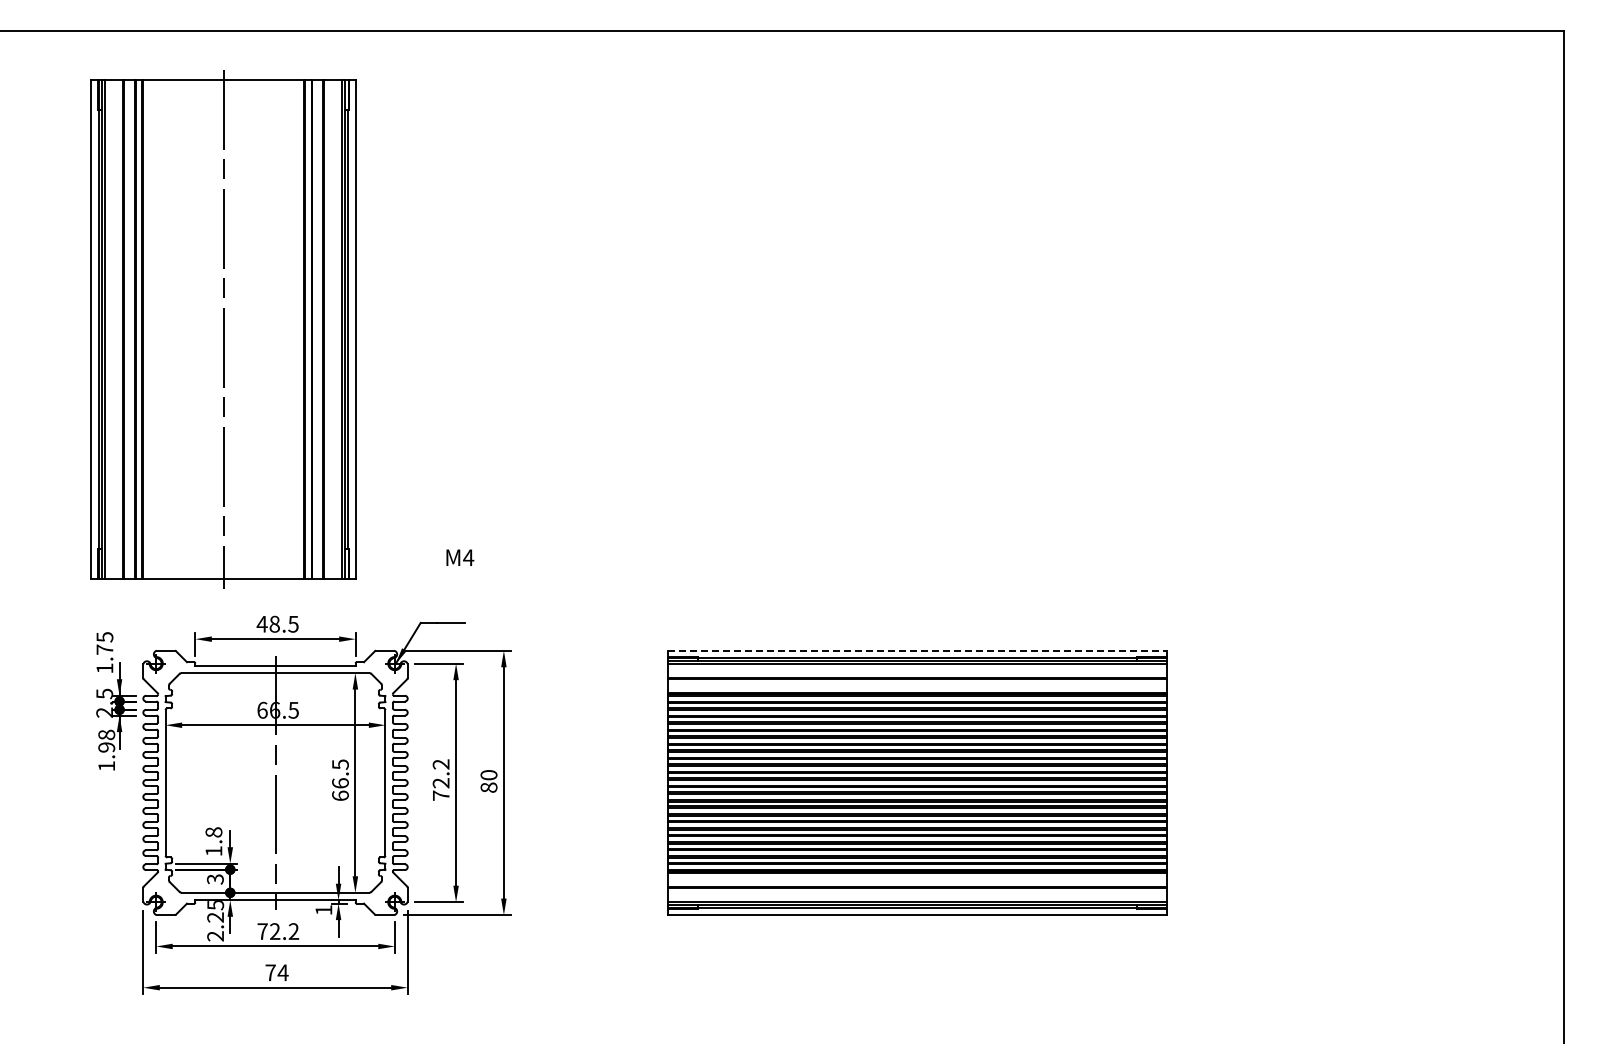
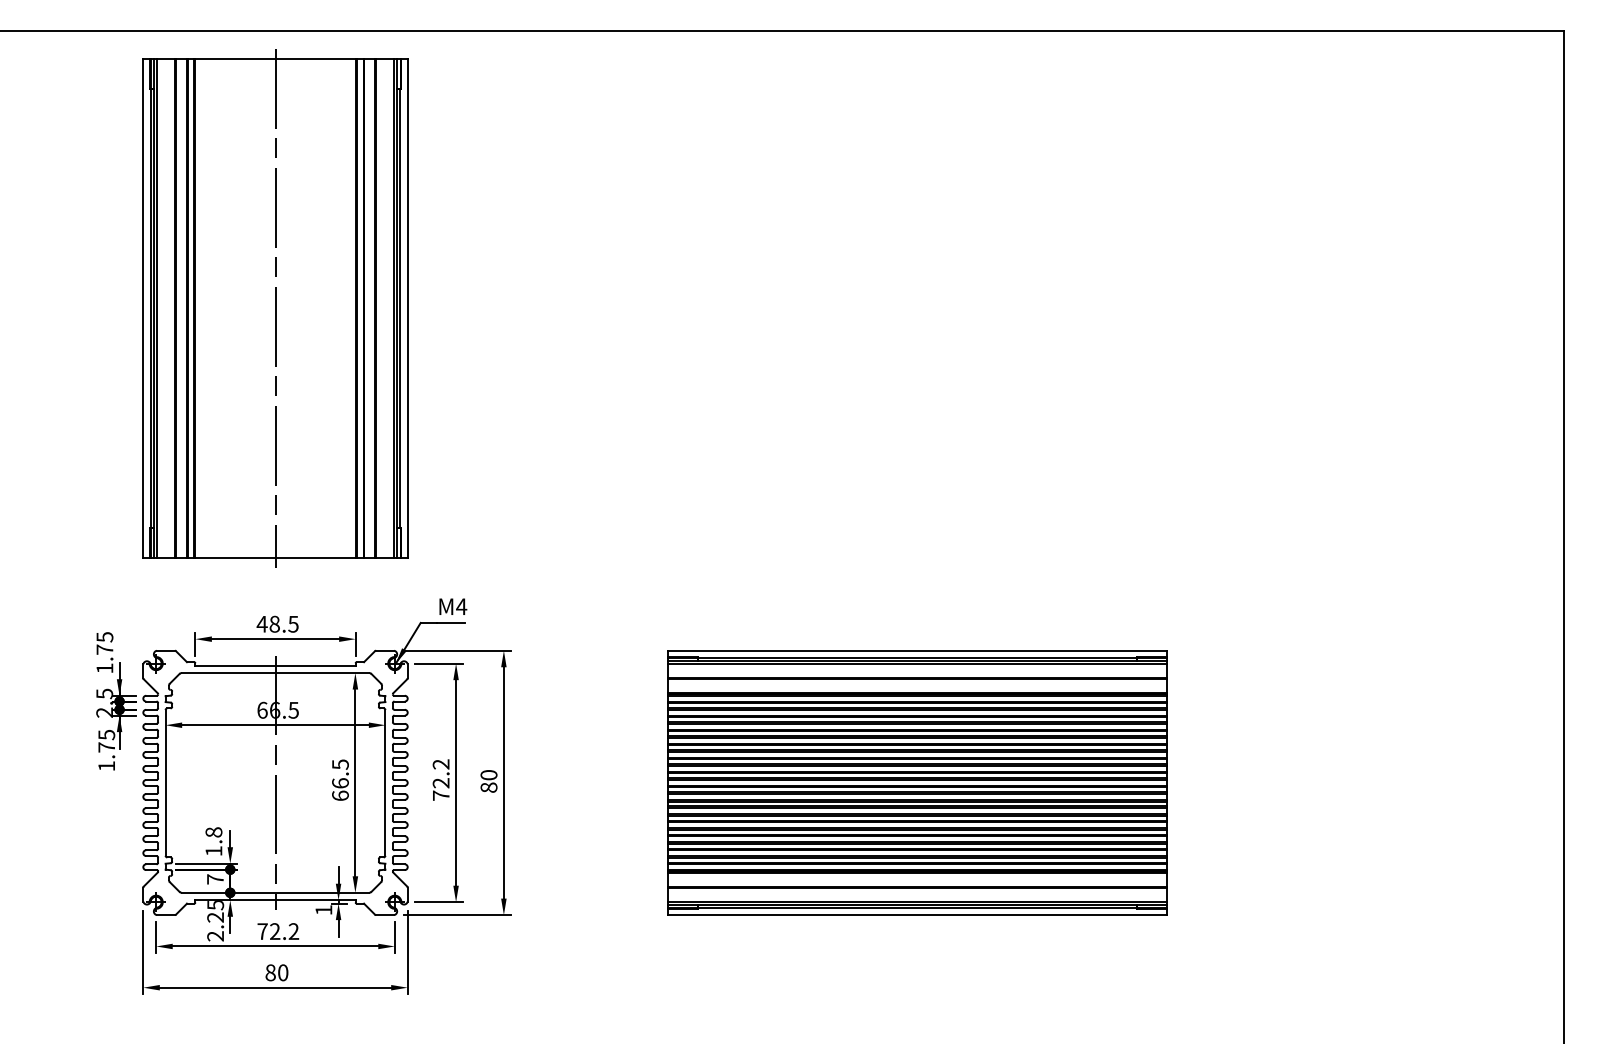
part at (223, 329) position: (223, 329) -> (275, 308)
text at (460, 557) position: (460, 557) -> (453, 606)
line at (917, 650): dashed -> solid
text at (106, 740): 1.98 -> 1.75
text at (214, 879): 3 -> 7
text at (276, 972): 74 -> 80
